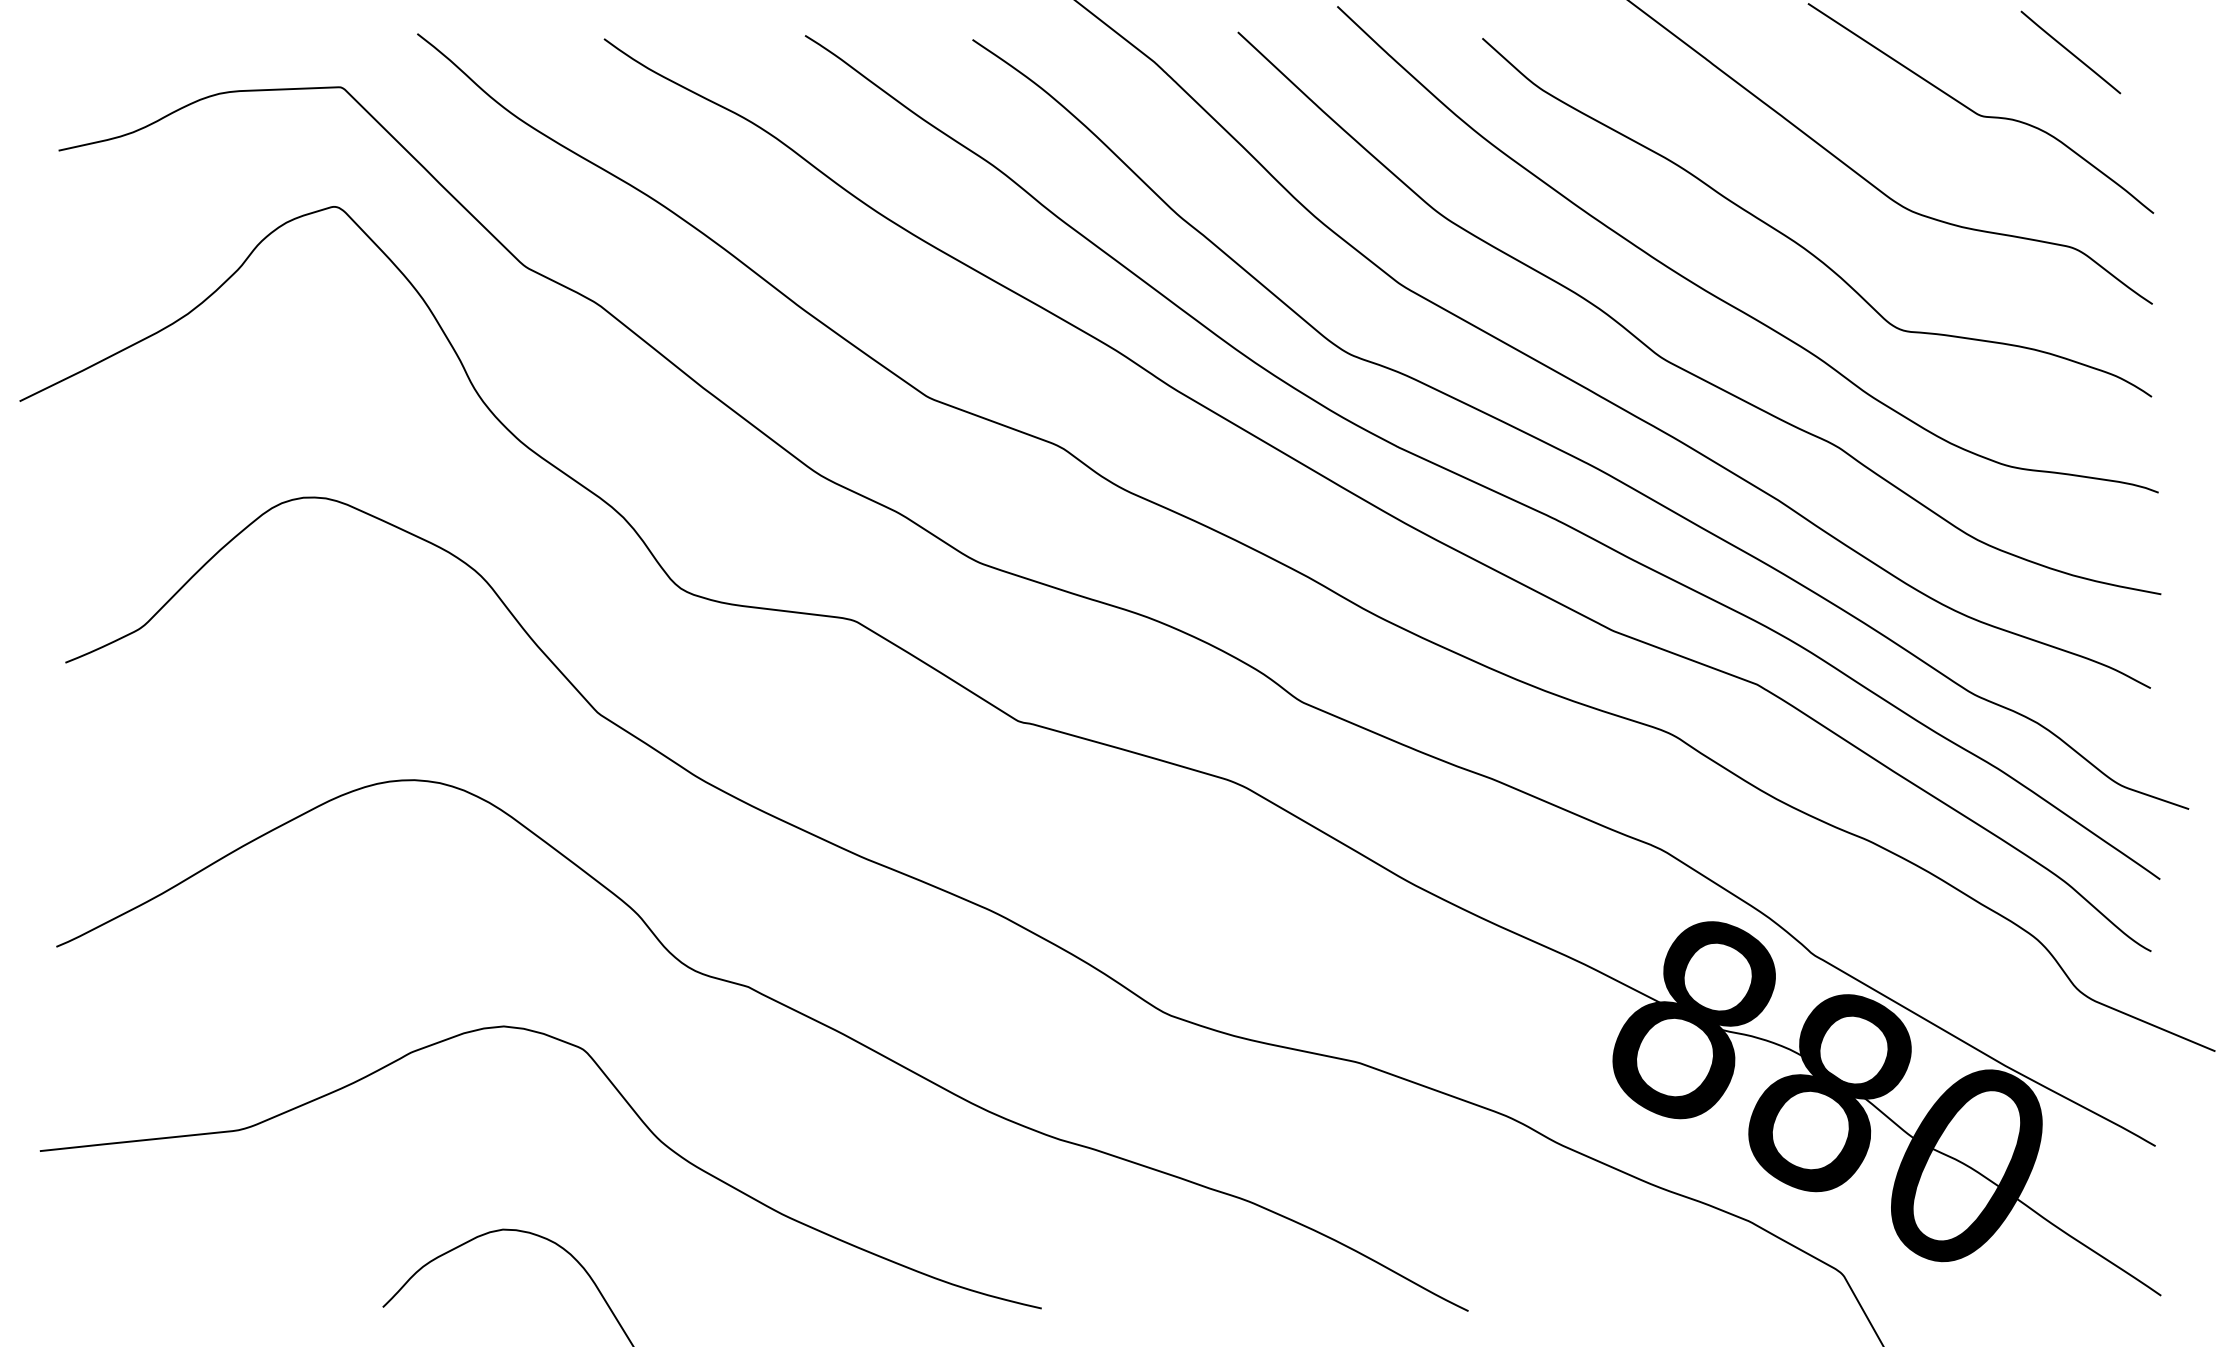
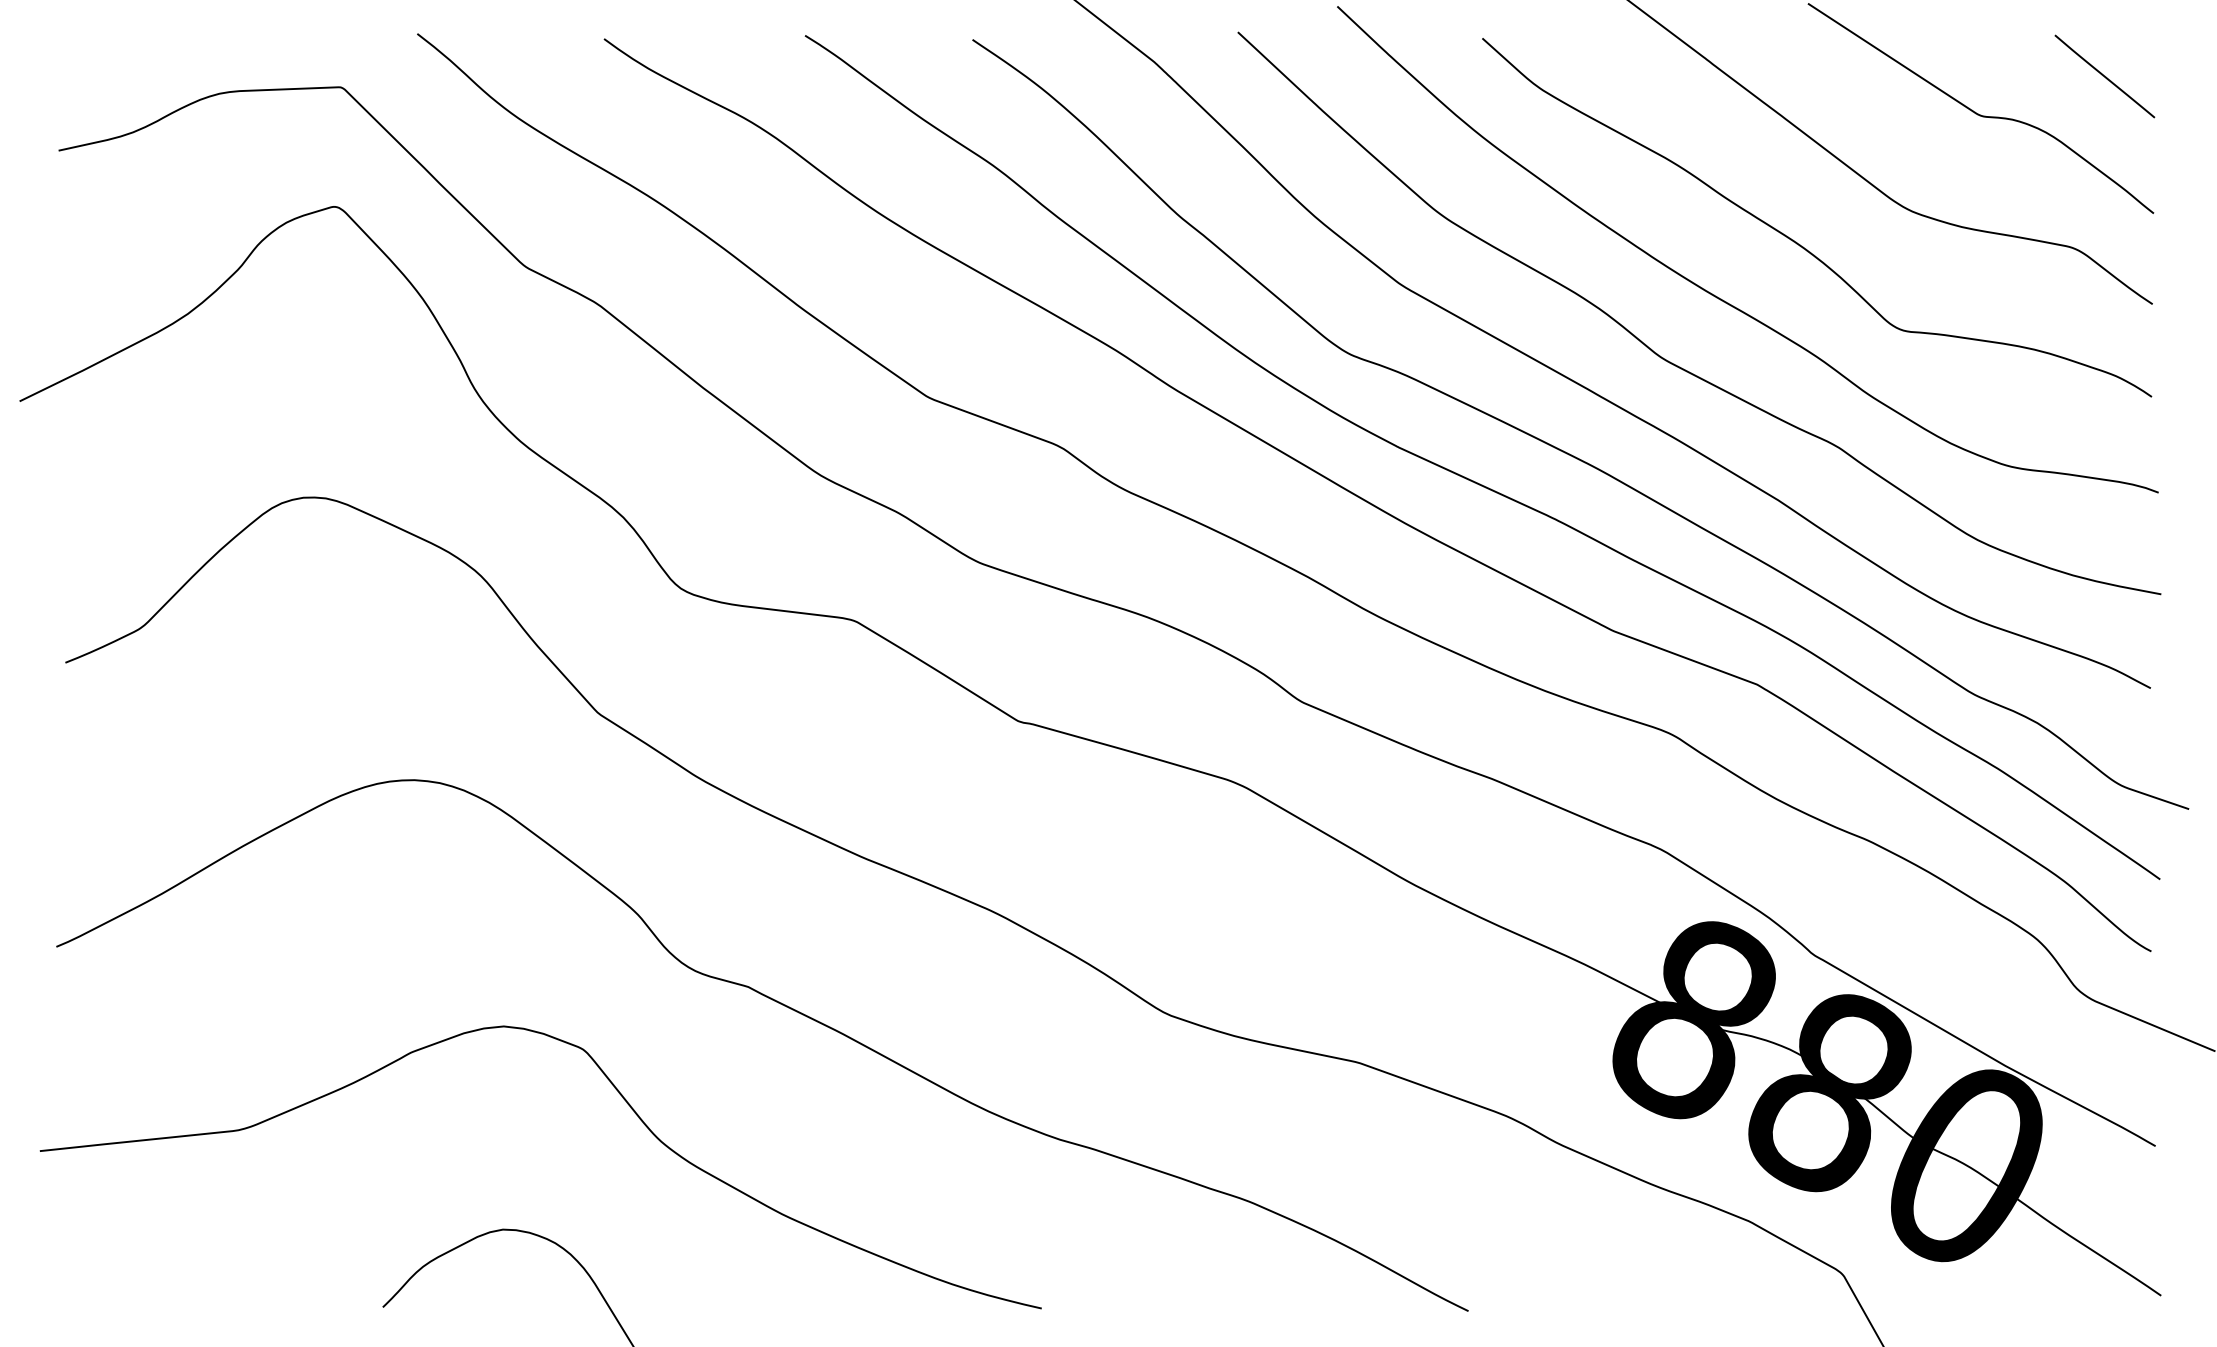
line at (2070, 52) position: (2070, 52) -> (2104, 76)
